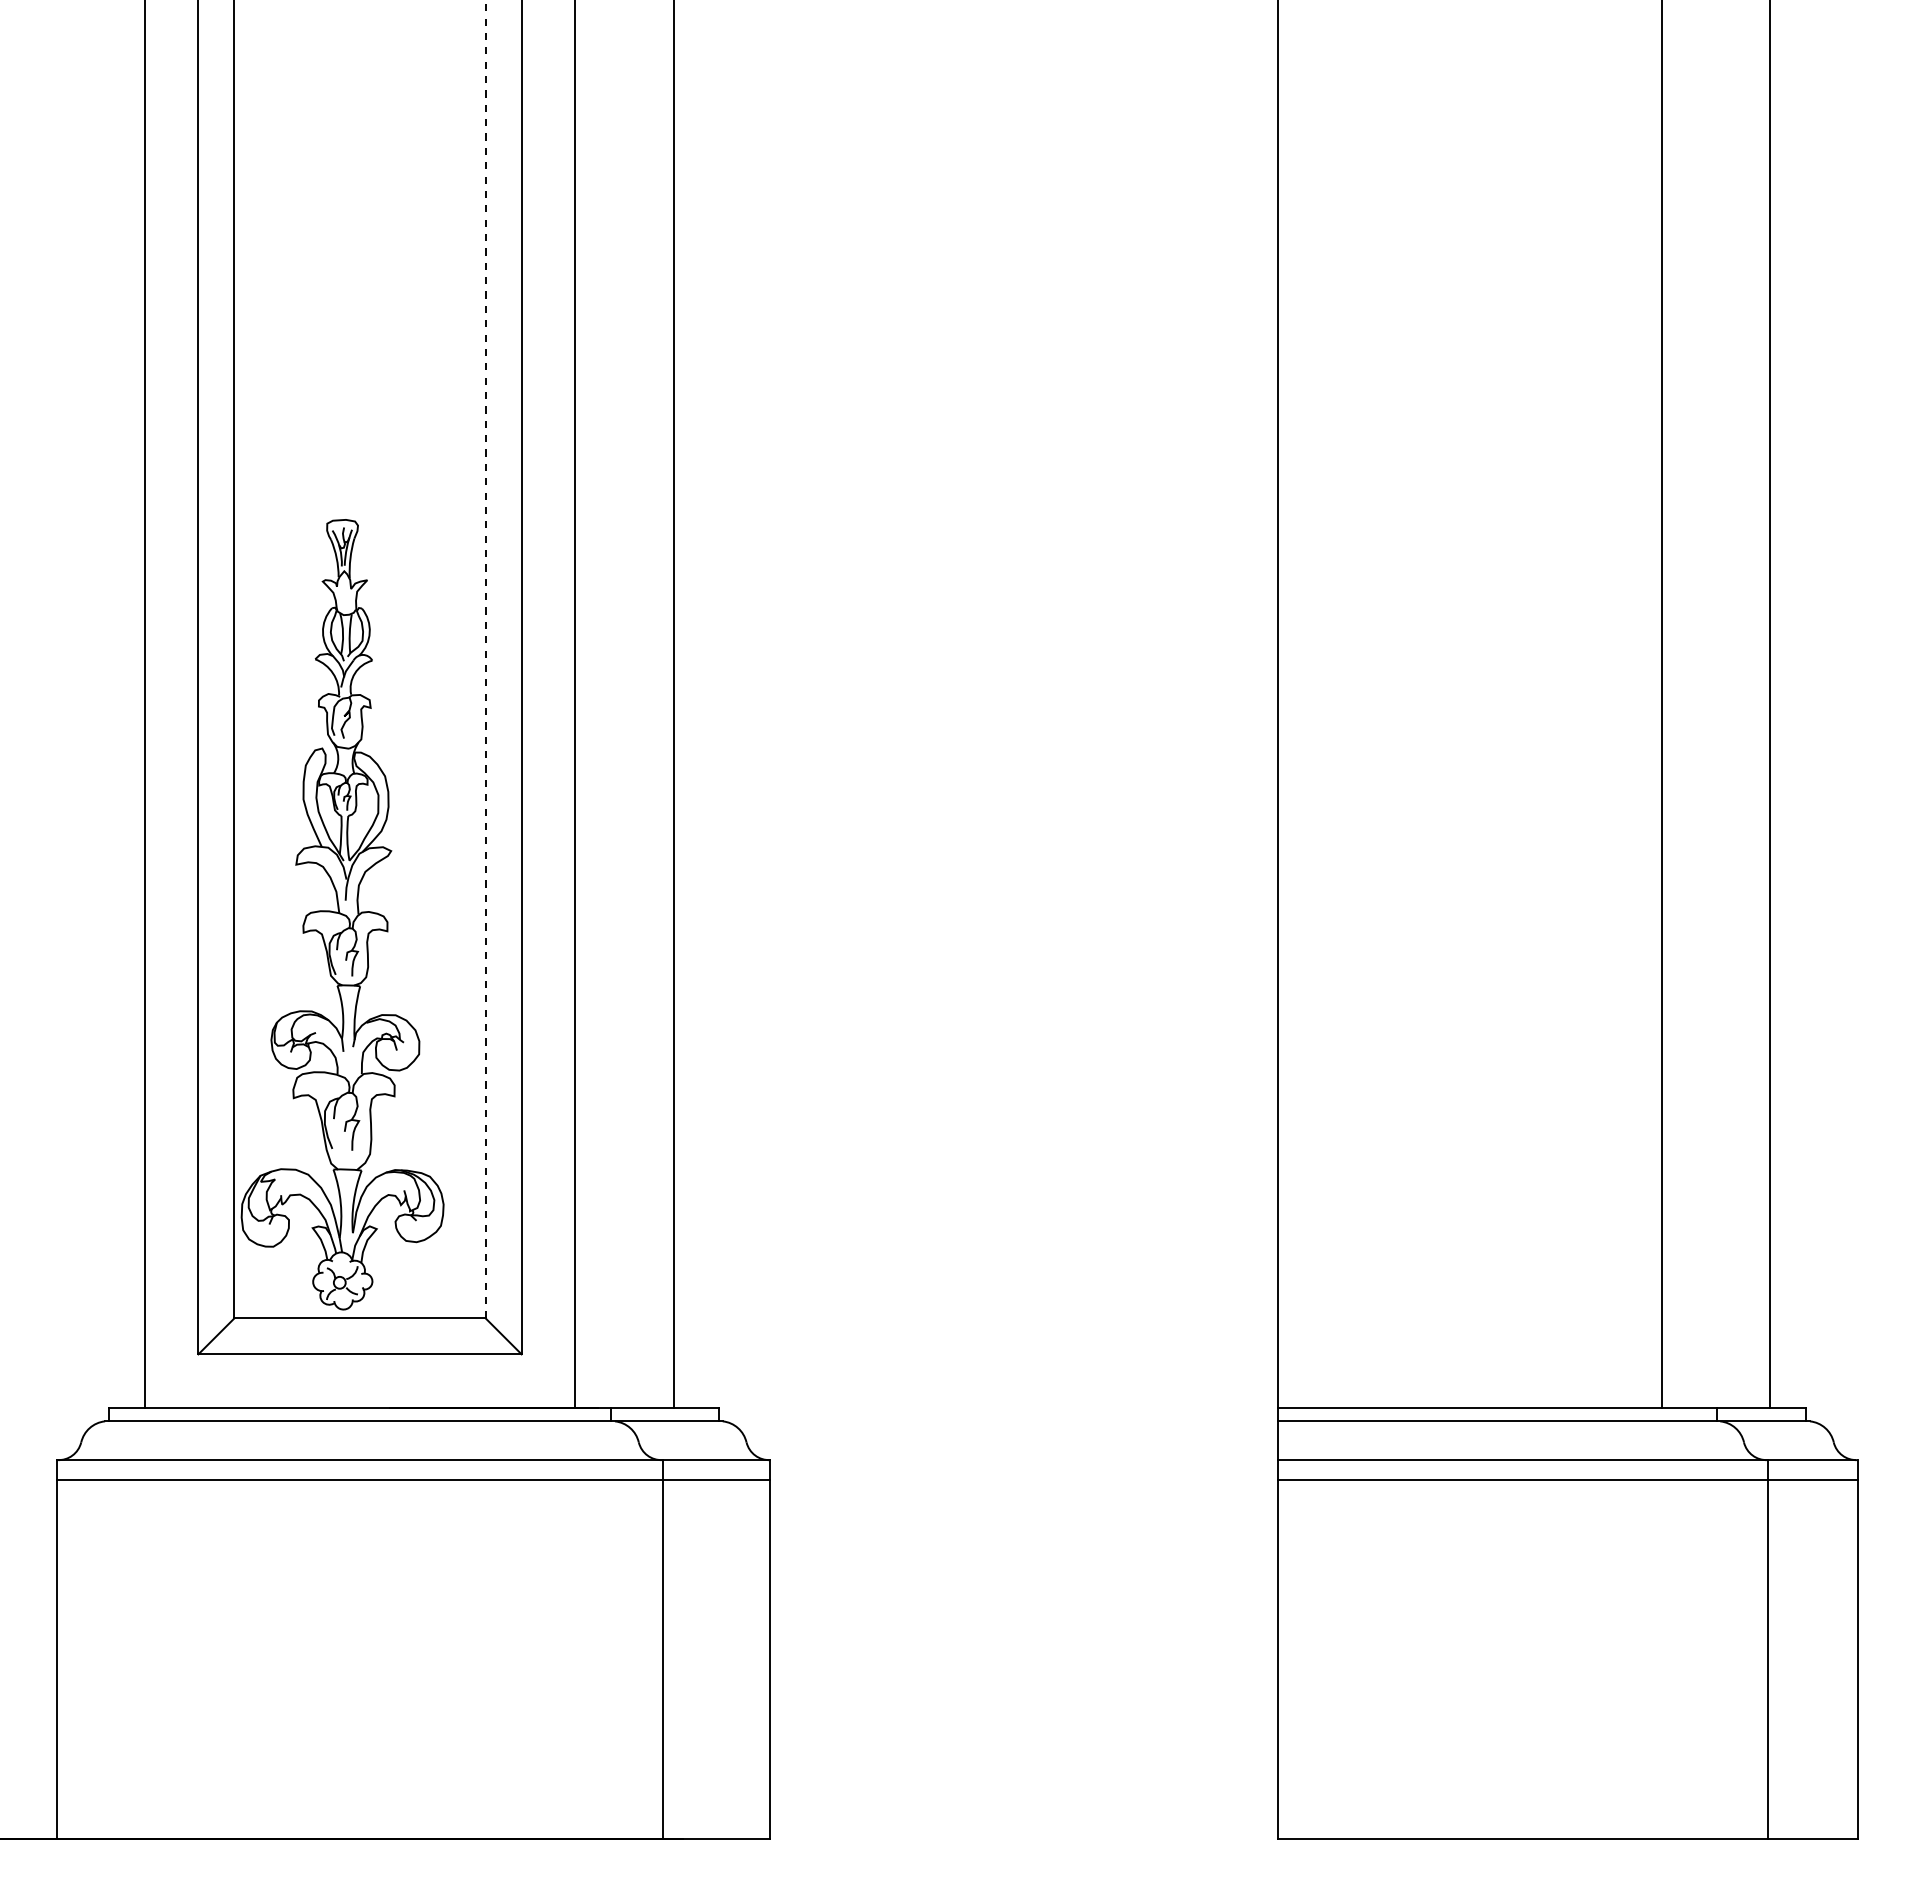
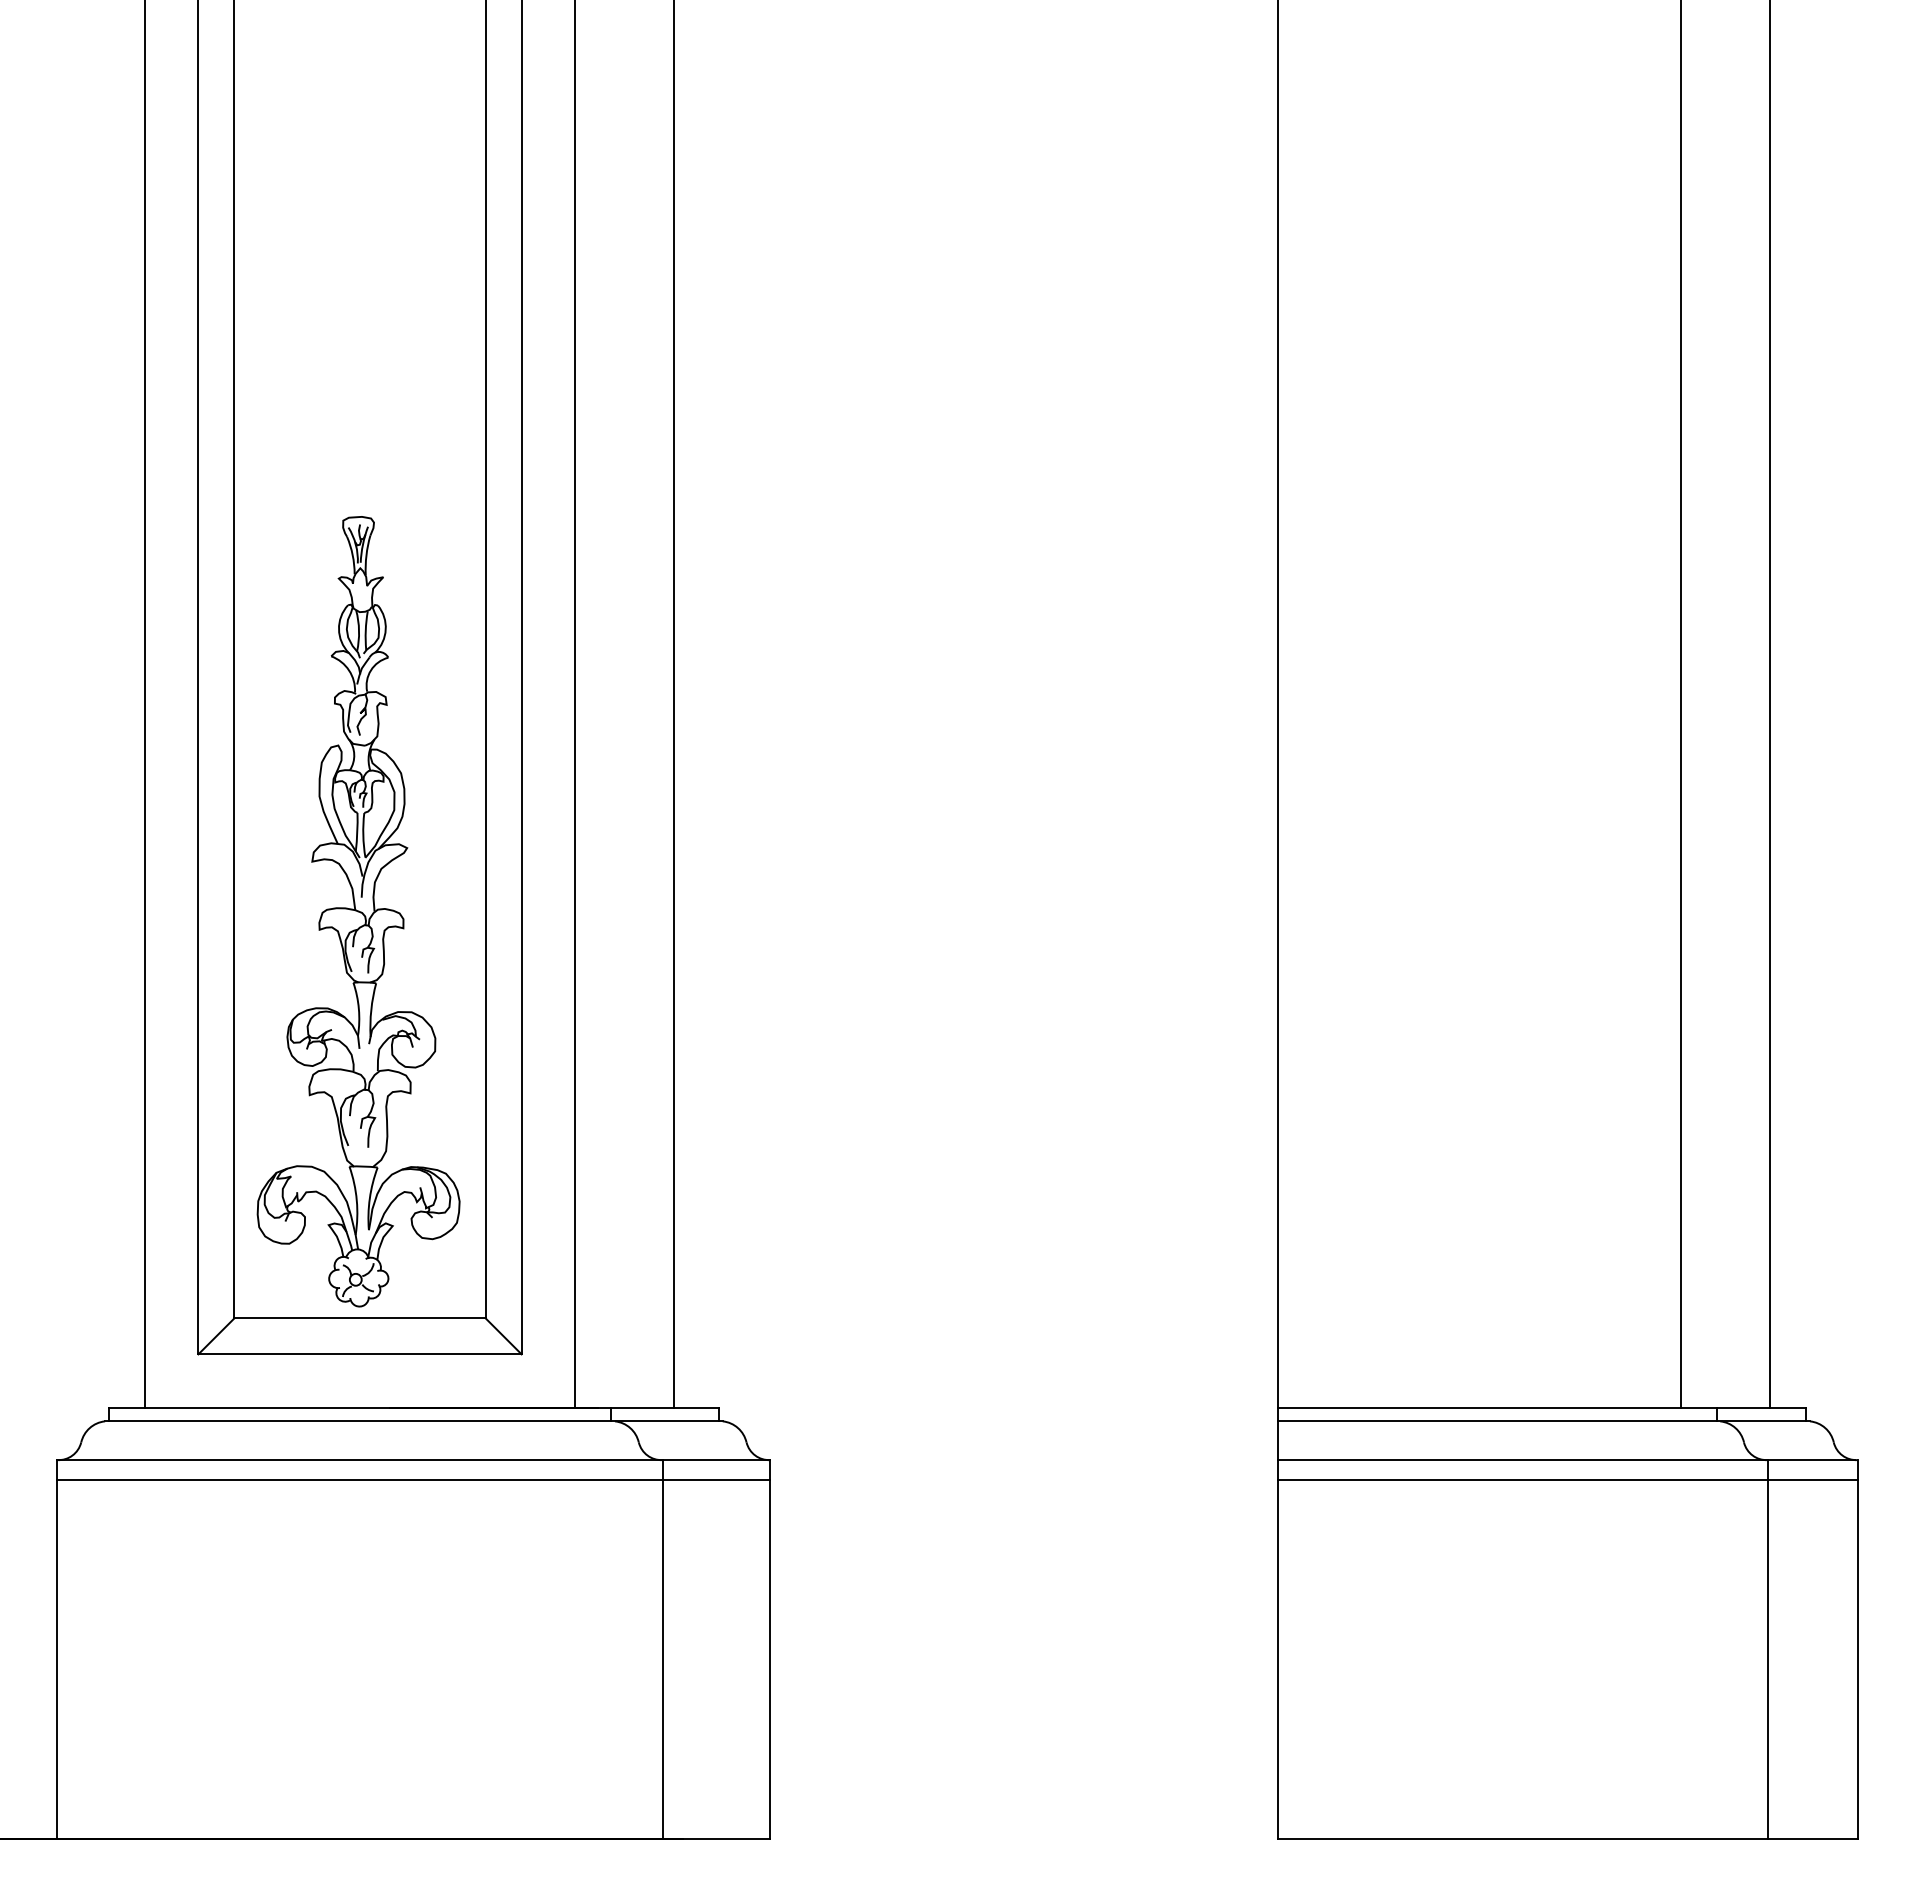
line at (485, 659): dashed -> solid
line at (1661, 705) position: (1661, 705) -> (1680, 705)
part at (342, 914) position: (342, 914) -> (358, 911)
